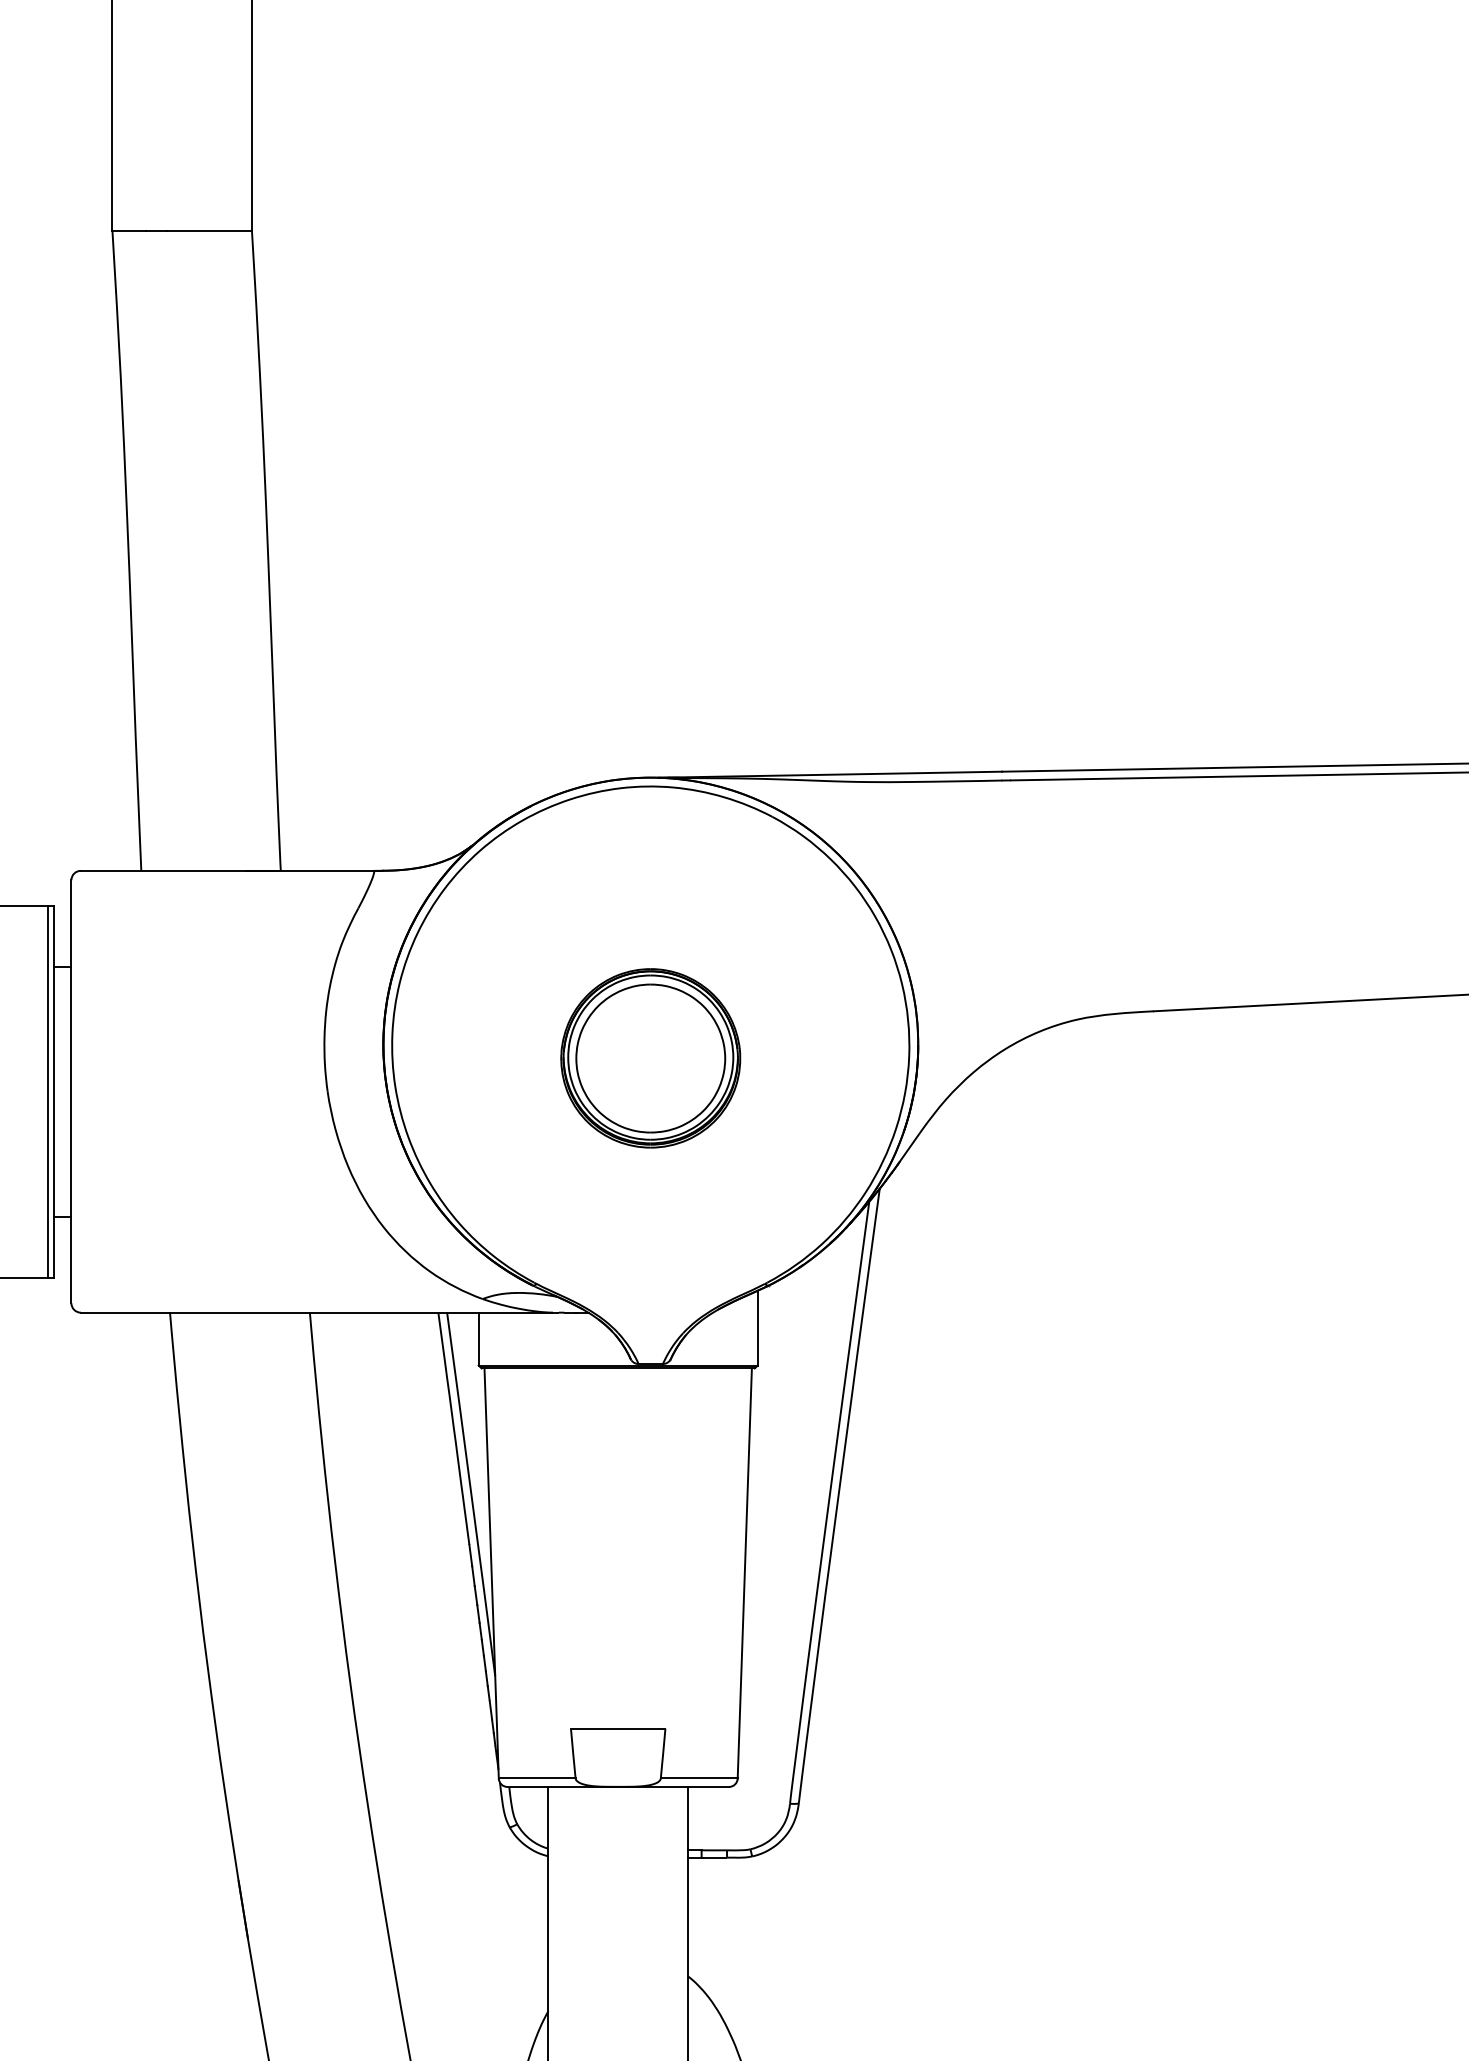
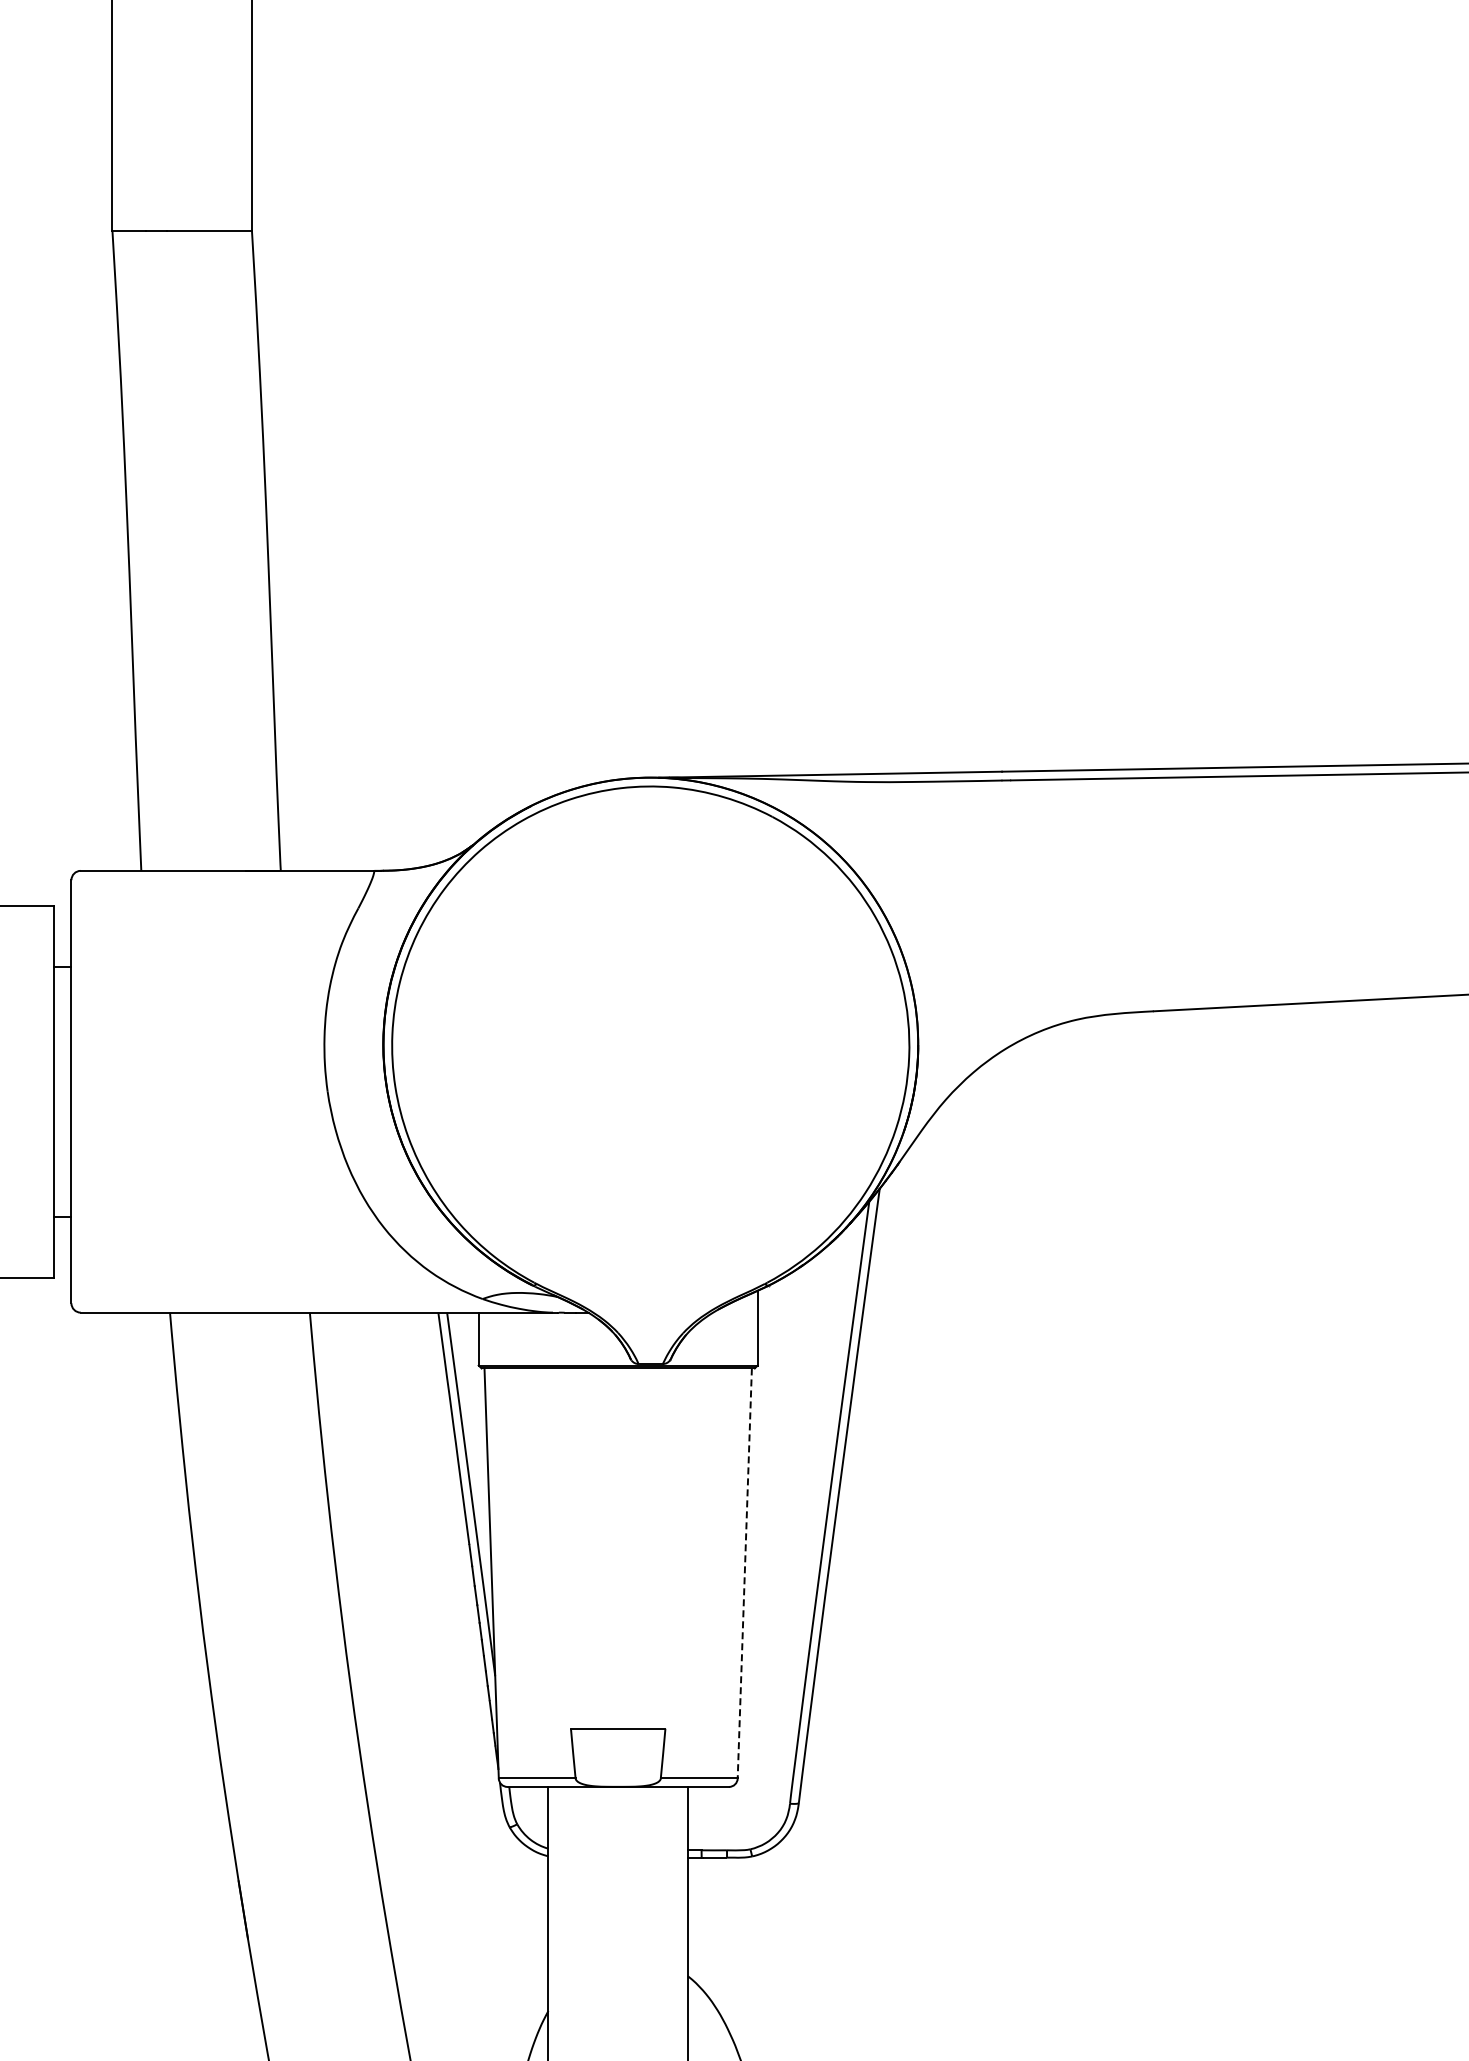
part at (650, 1058): present -> none
line at (48, 1091): present -> none
line at (744, 1573): solid -> dashed
